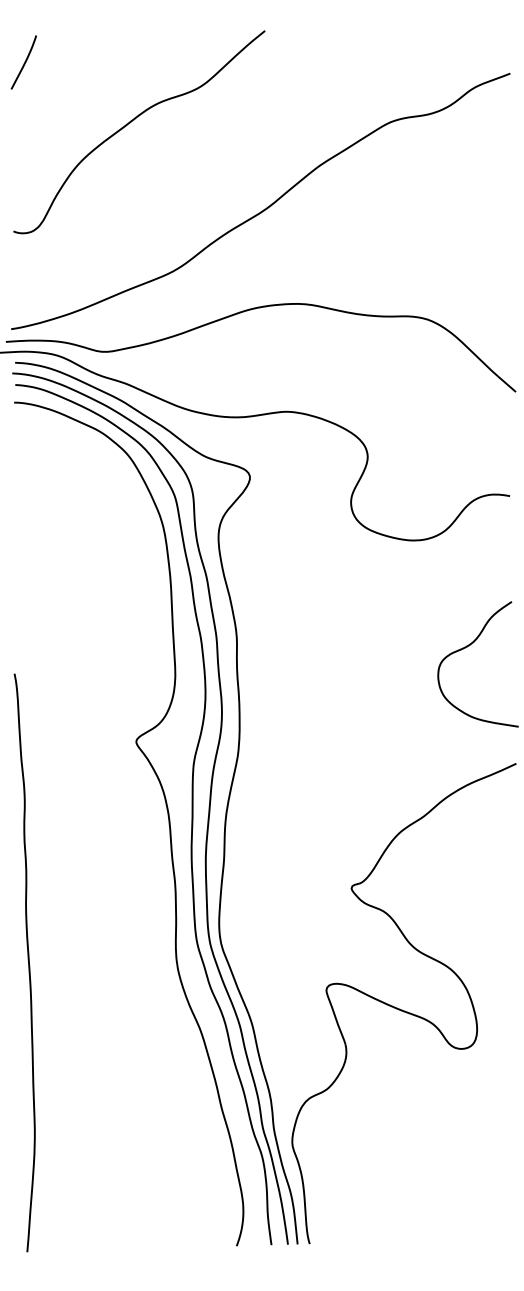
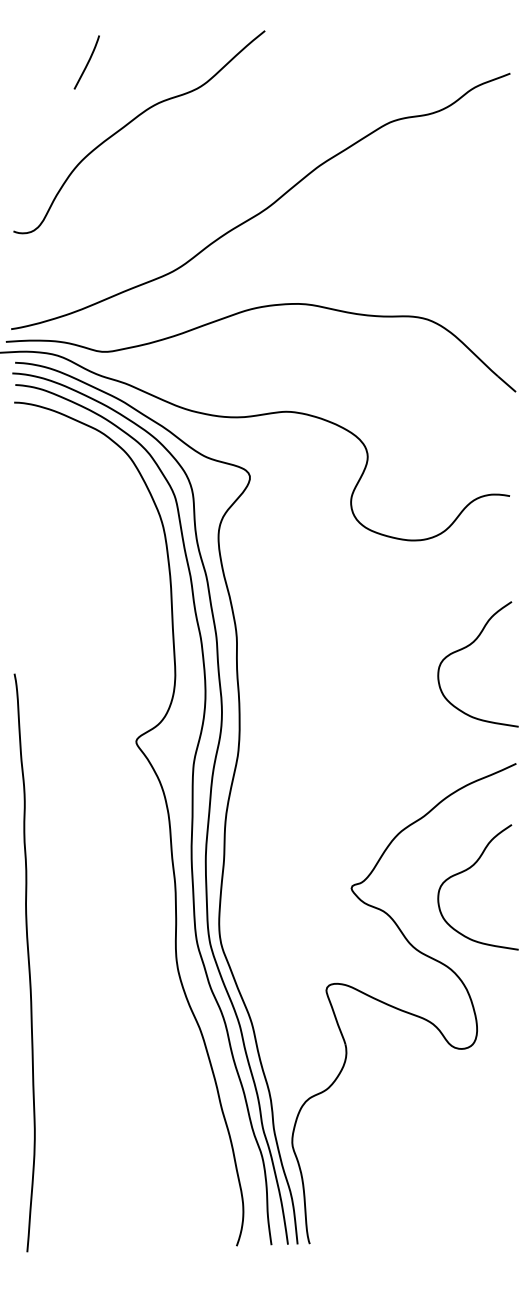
curve at (24, 62) position: (24, 62) -> (87, 62)
curve at (469, 869): none -> present
